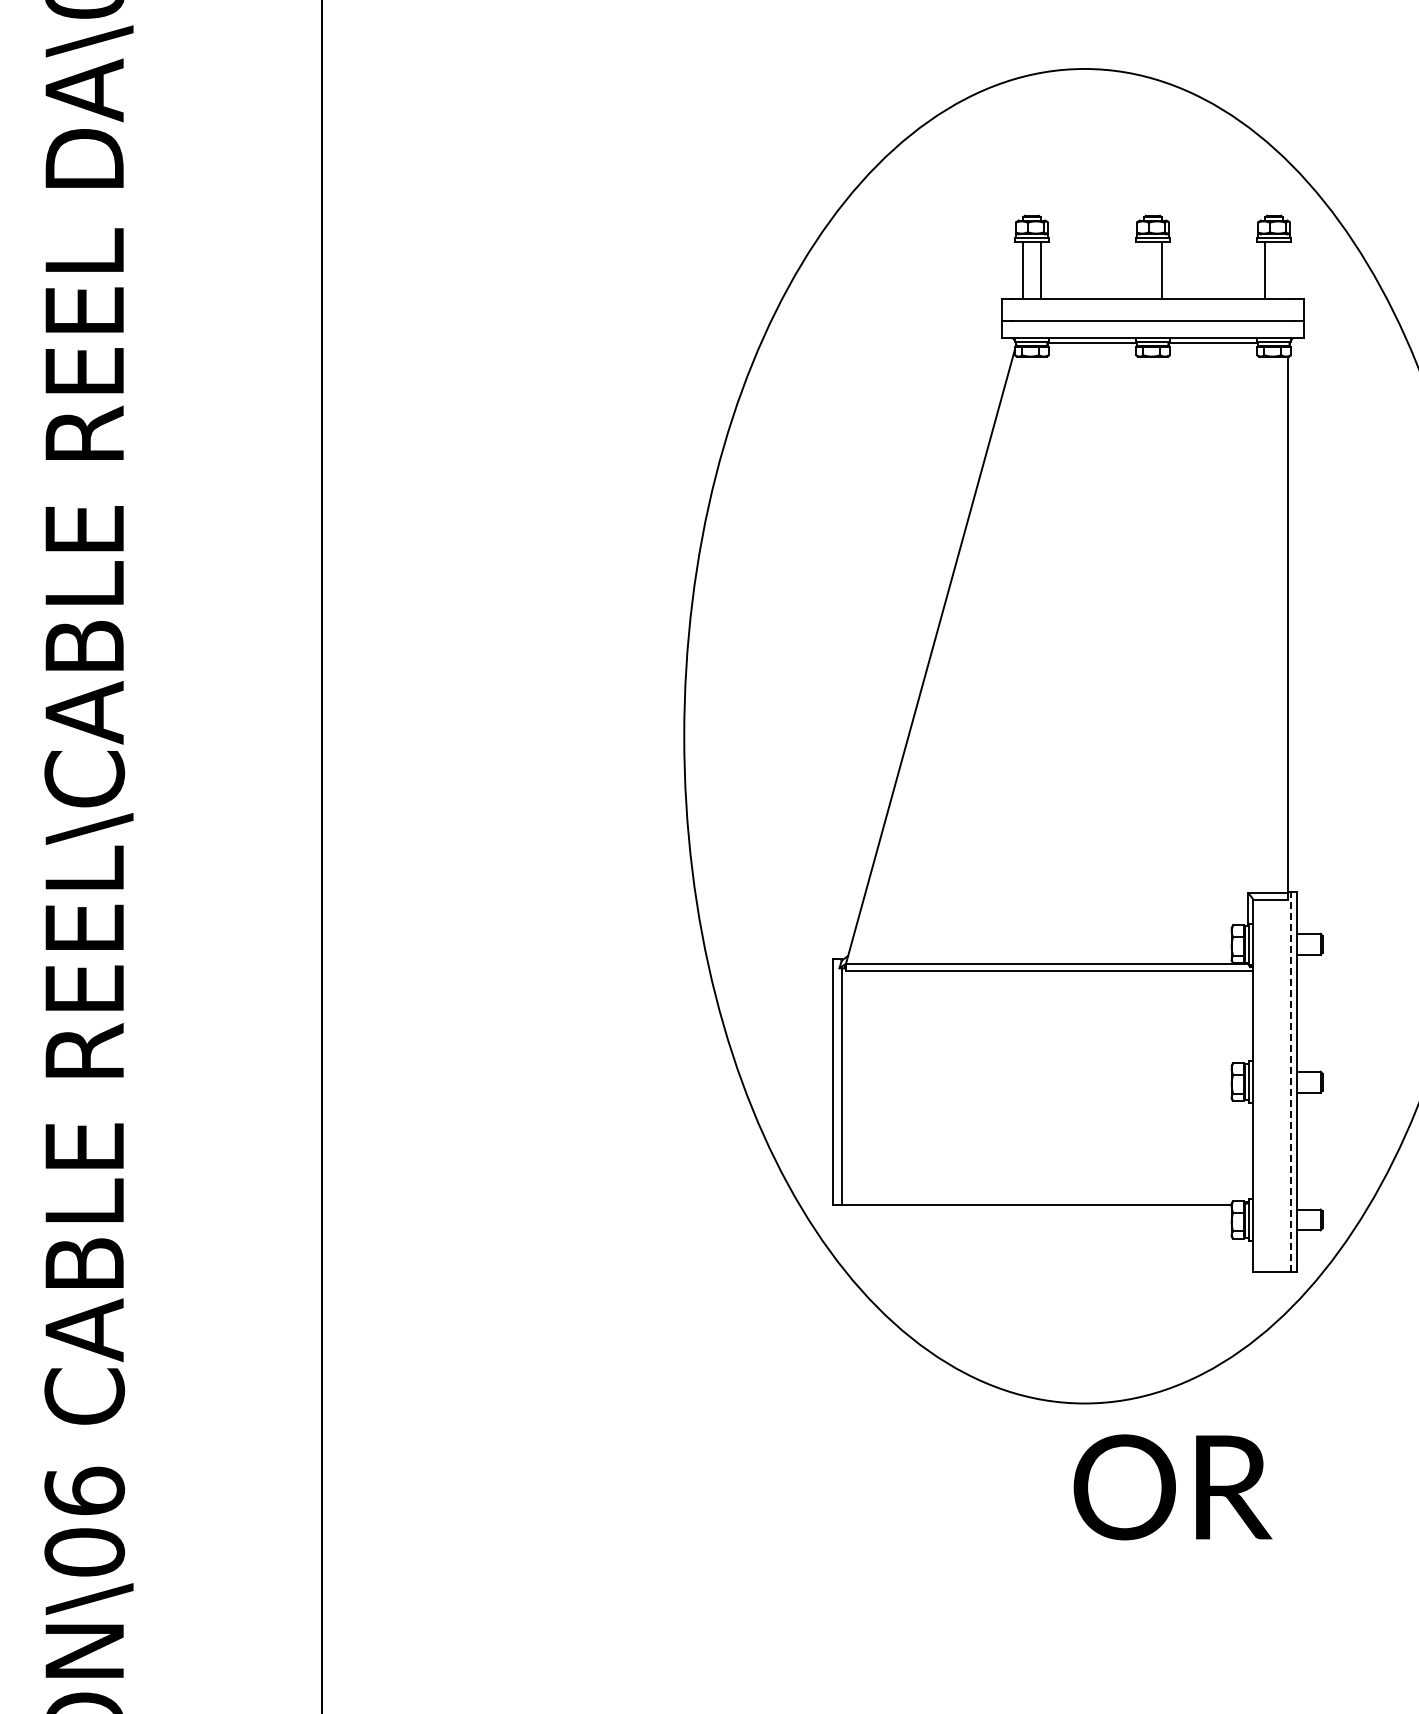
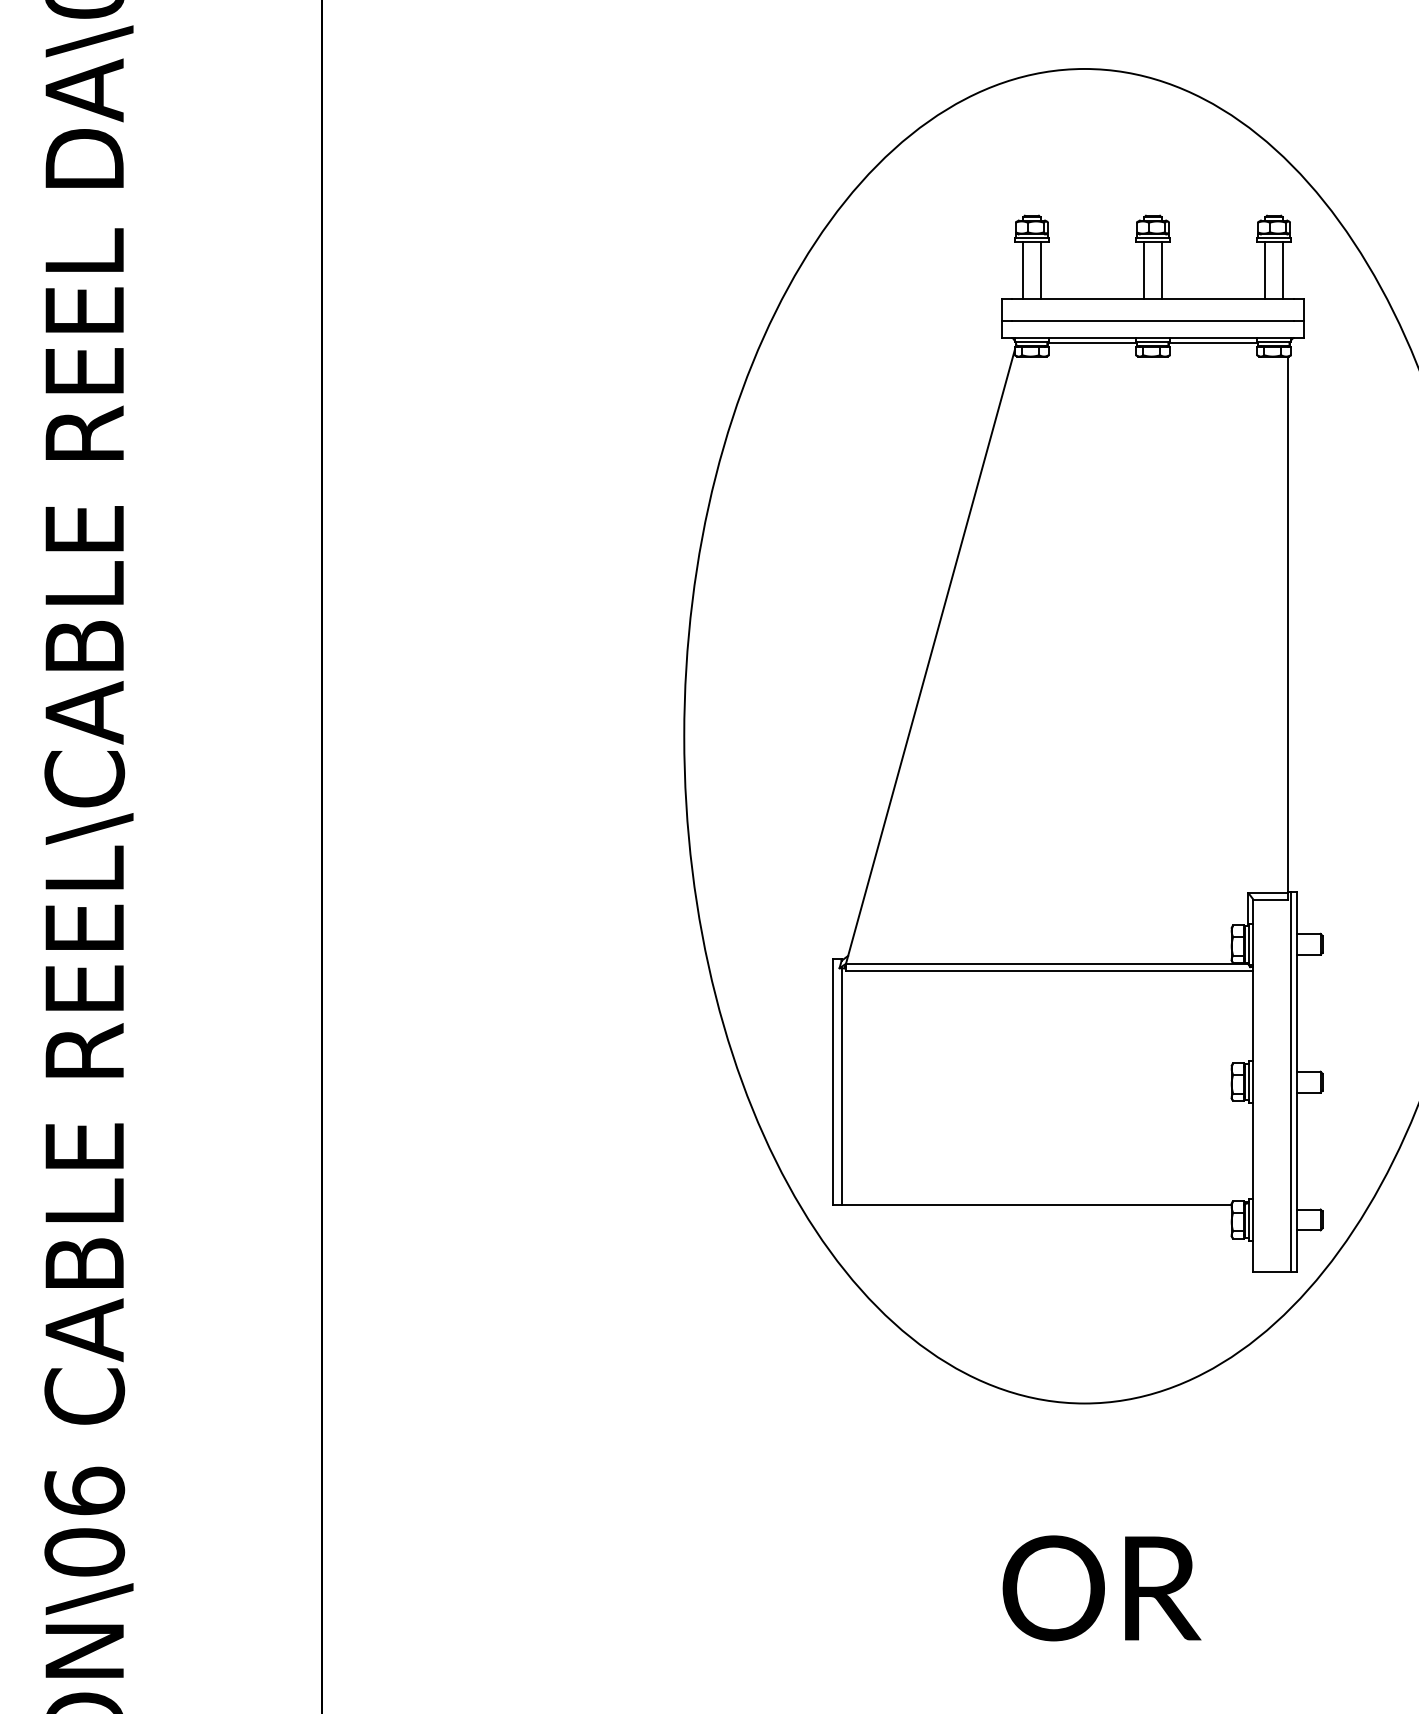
line at (1144, 269): none -> present
line at (1282, 269): none -> present
line at (1291, 1081): dashed -> solid
text at (1172, 1487) position: (1172, 1487) -> (1101, 1588)
